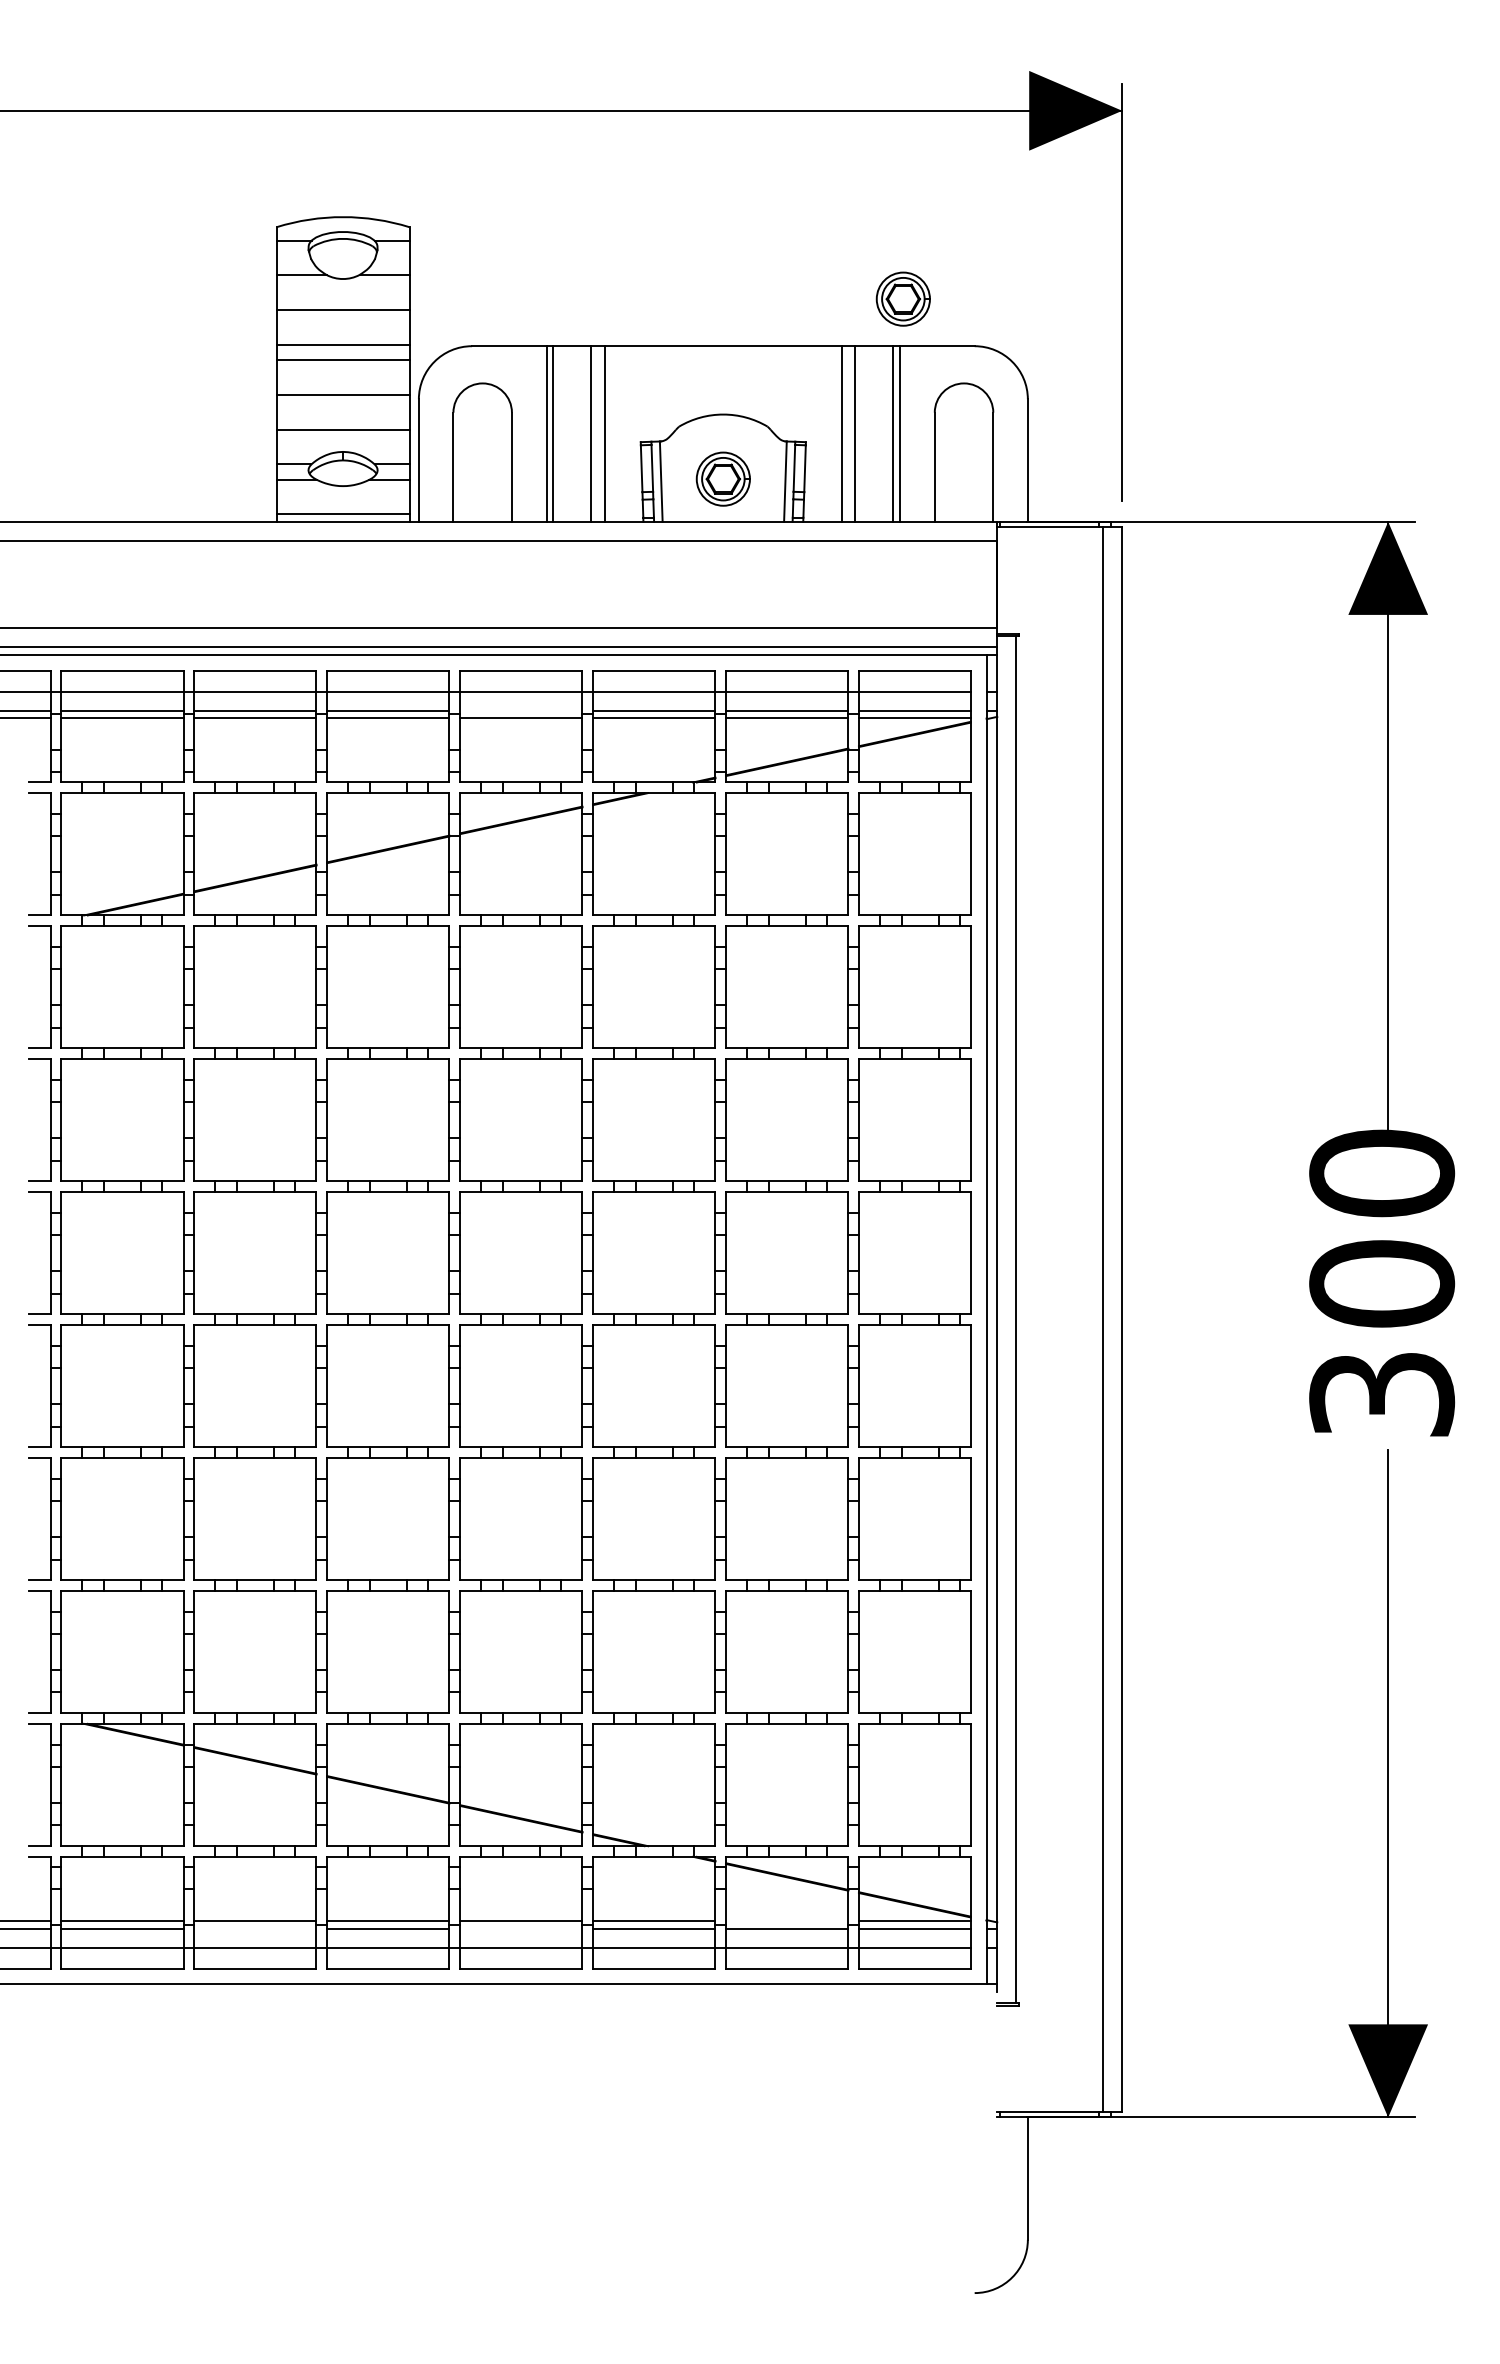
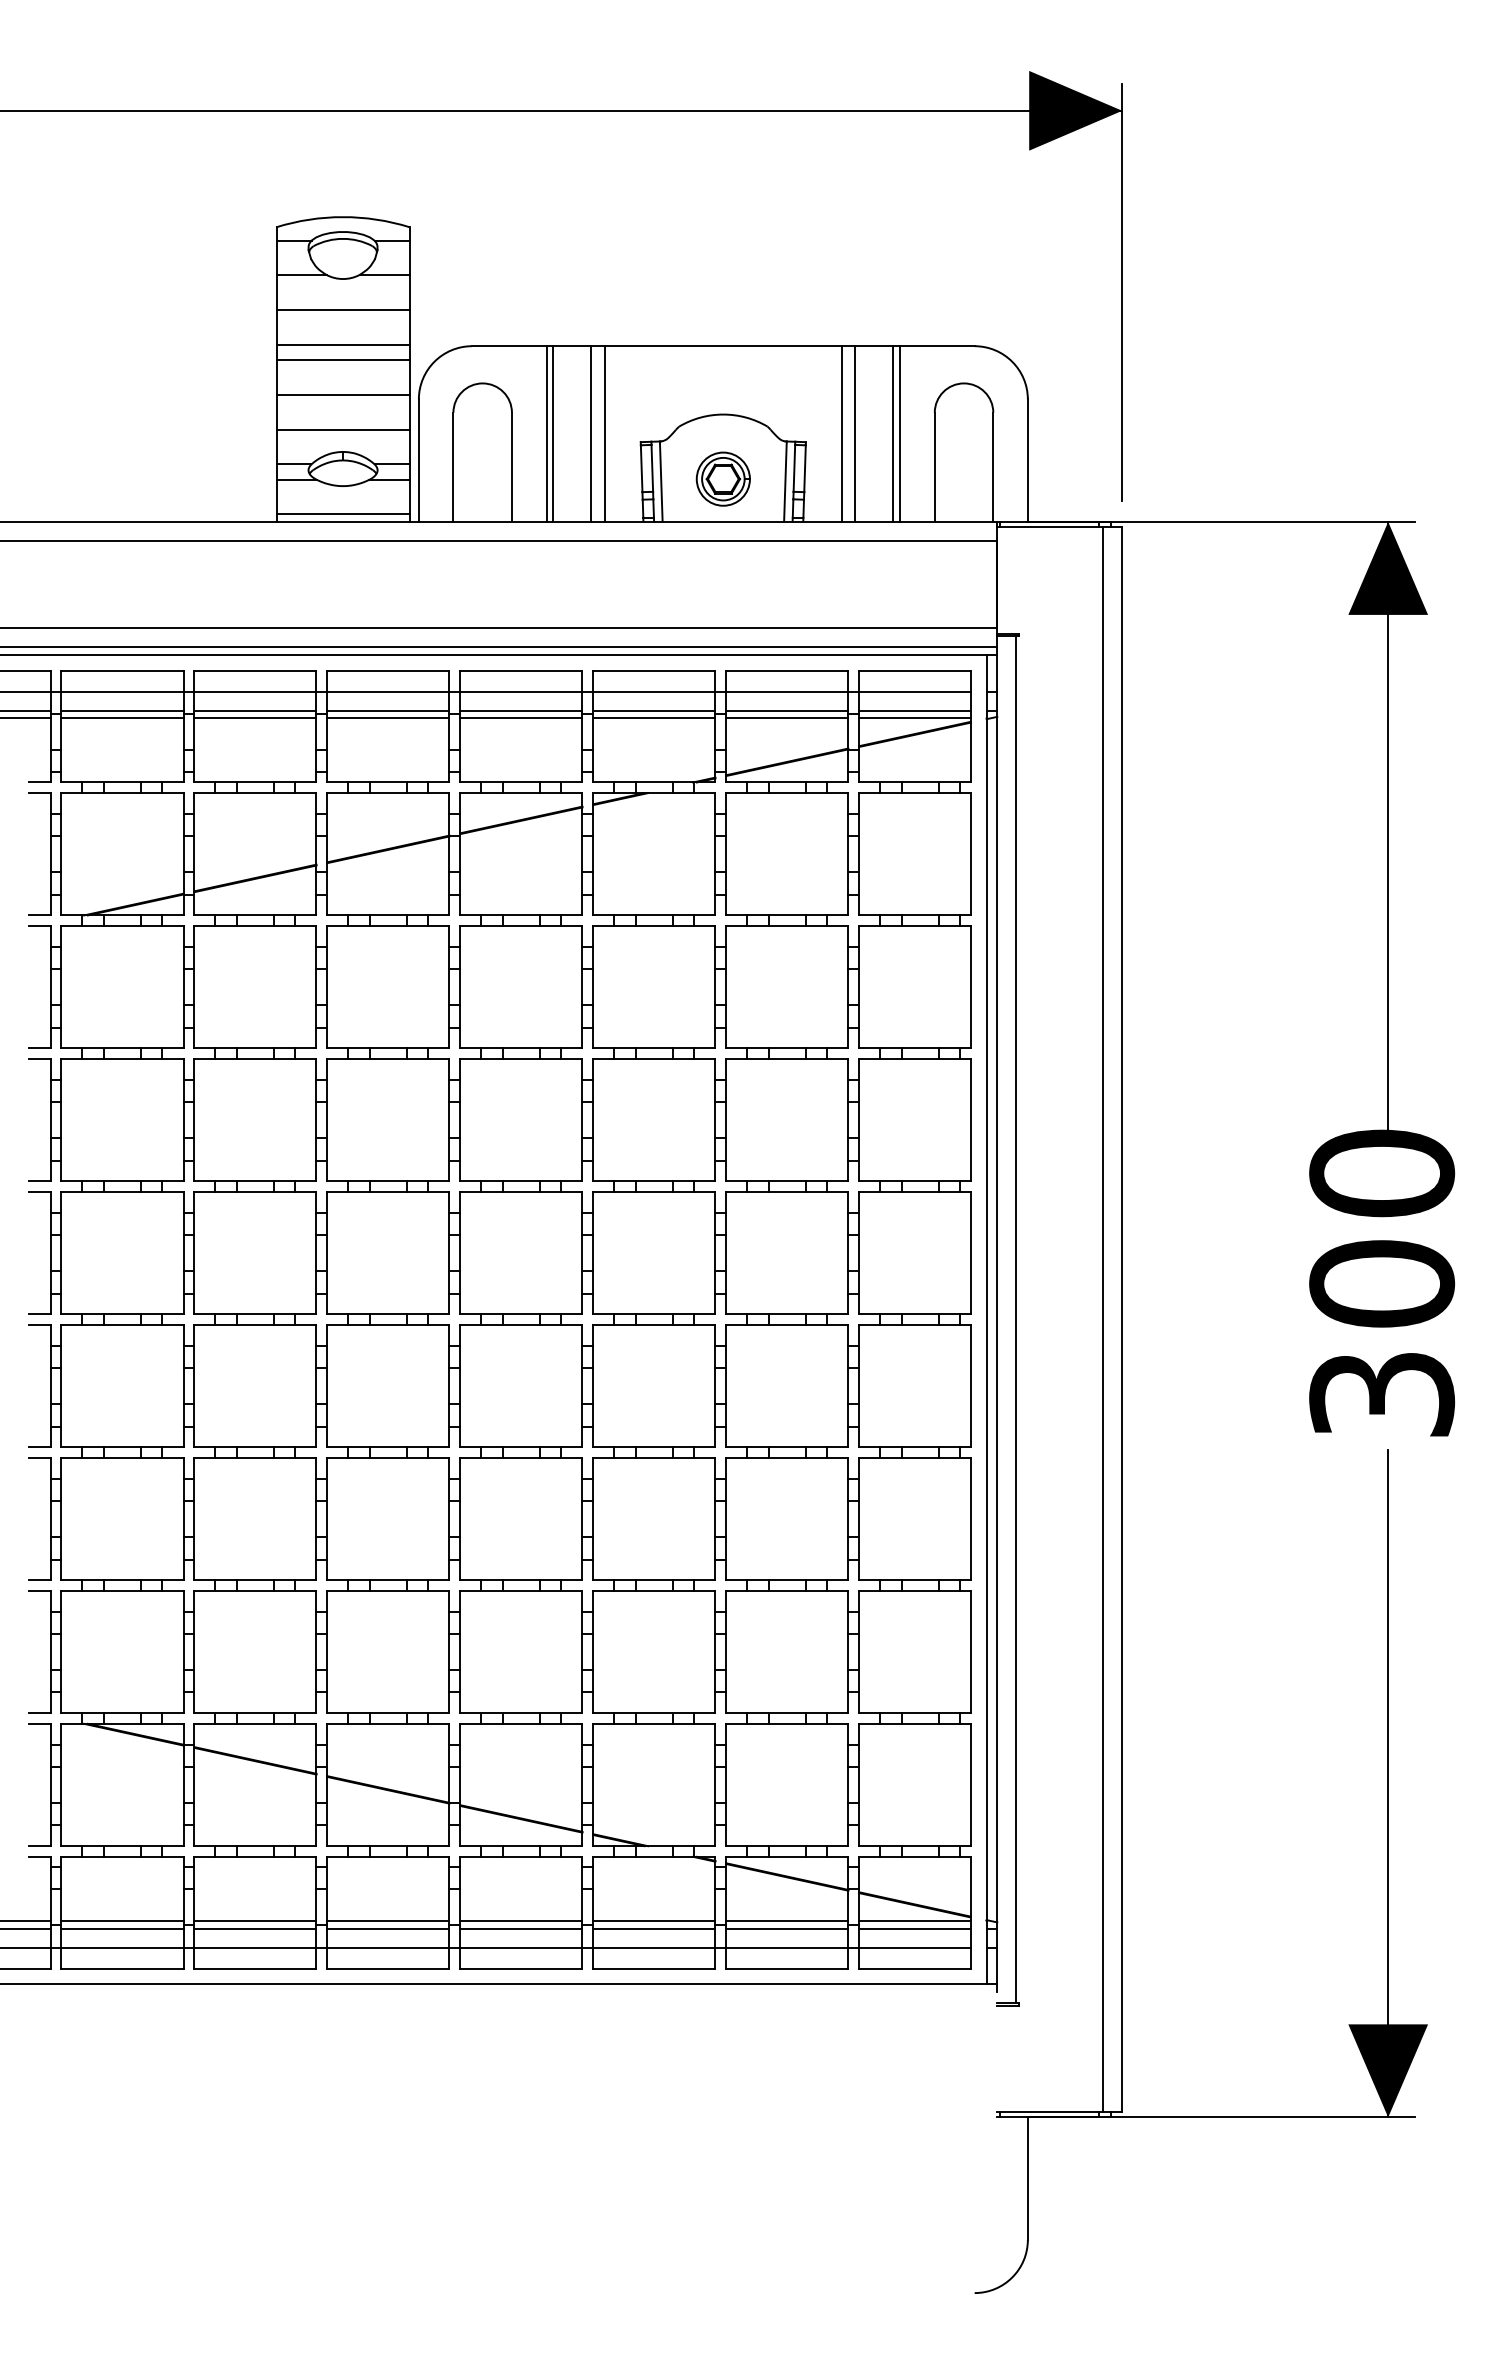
part at (902, 298): present -> none
line at (521, 710): none -> present
line at (787, 1920): none -> present
line at (255, 1928): none -> present
line at (521, 1928): none -> present
